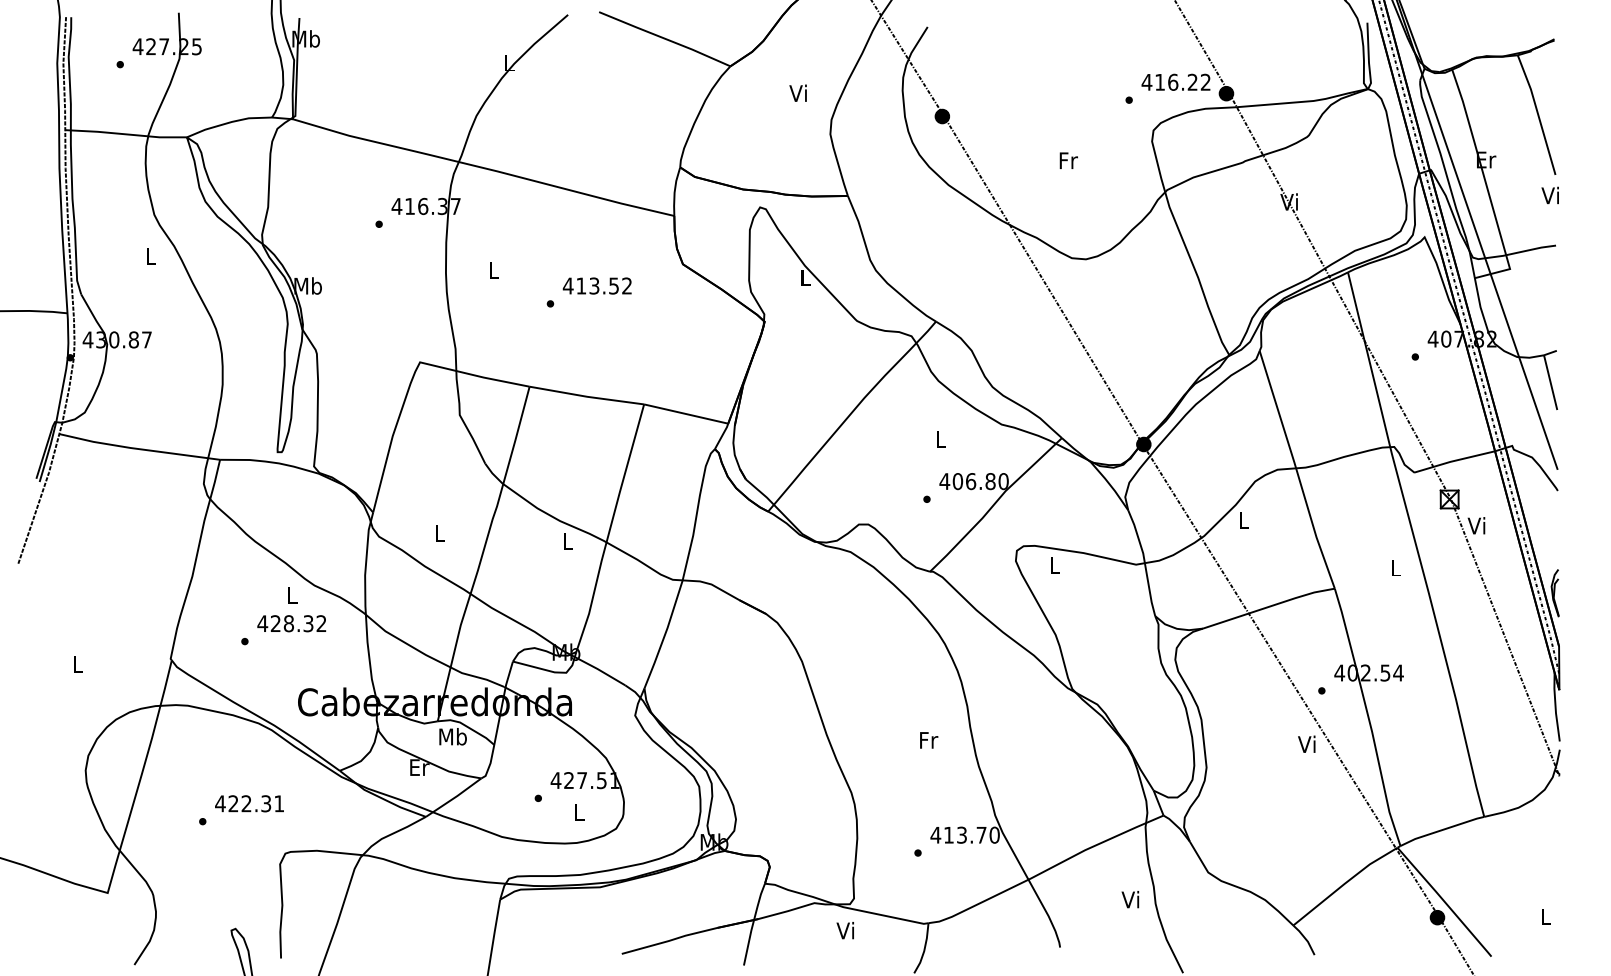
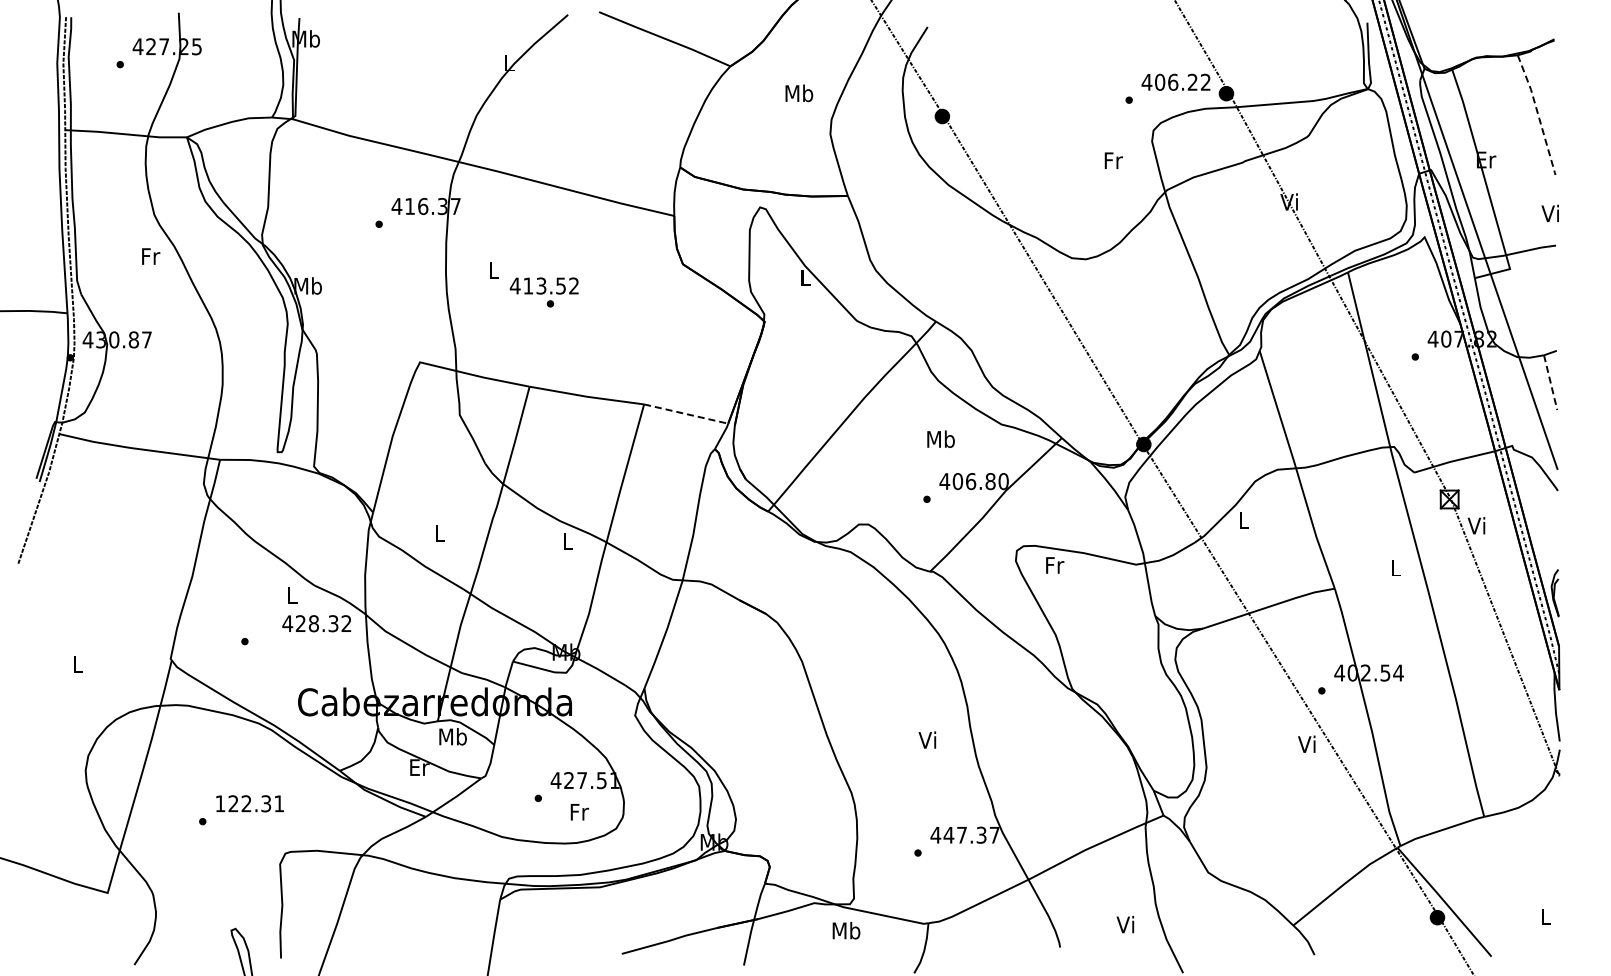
text at (1160, 81): 416.22 -> 406.22
text at (799, 93): Vi -> Mb
line at (1538, 115): solid -> dashed
text at (1068, 160) position: (1068, 160) -> (1113, 160)
text at (1549, 195) position: (1549, 195) -> (1549, 213)
text at (151, 256): L -> Fr
text at (596, 285) position: (596, 285) -> (543, 285)
line at (1550, 383): solid -> dashed
line at (686, 414): solid -> dashed
text at (940, 438): L -> Mb
text at (1055, 565): L -> Fr
text at (291, 623) position: (291, 623) -> (316, 623)
text at (928, 739): Fr -> Vi
text at (220, 803): 422.31 -> 122.31
text at (579, 812): L -> Fr
text at (971, 834): 413.70 -> 447.37
text at (1130, 899) position: (1130, 899) -> (1125, 924)
text at (846, 930): Vi -> Mb
